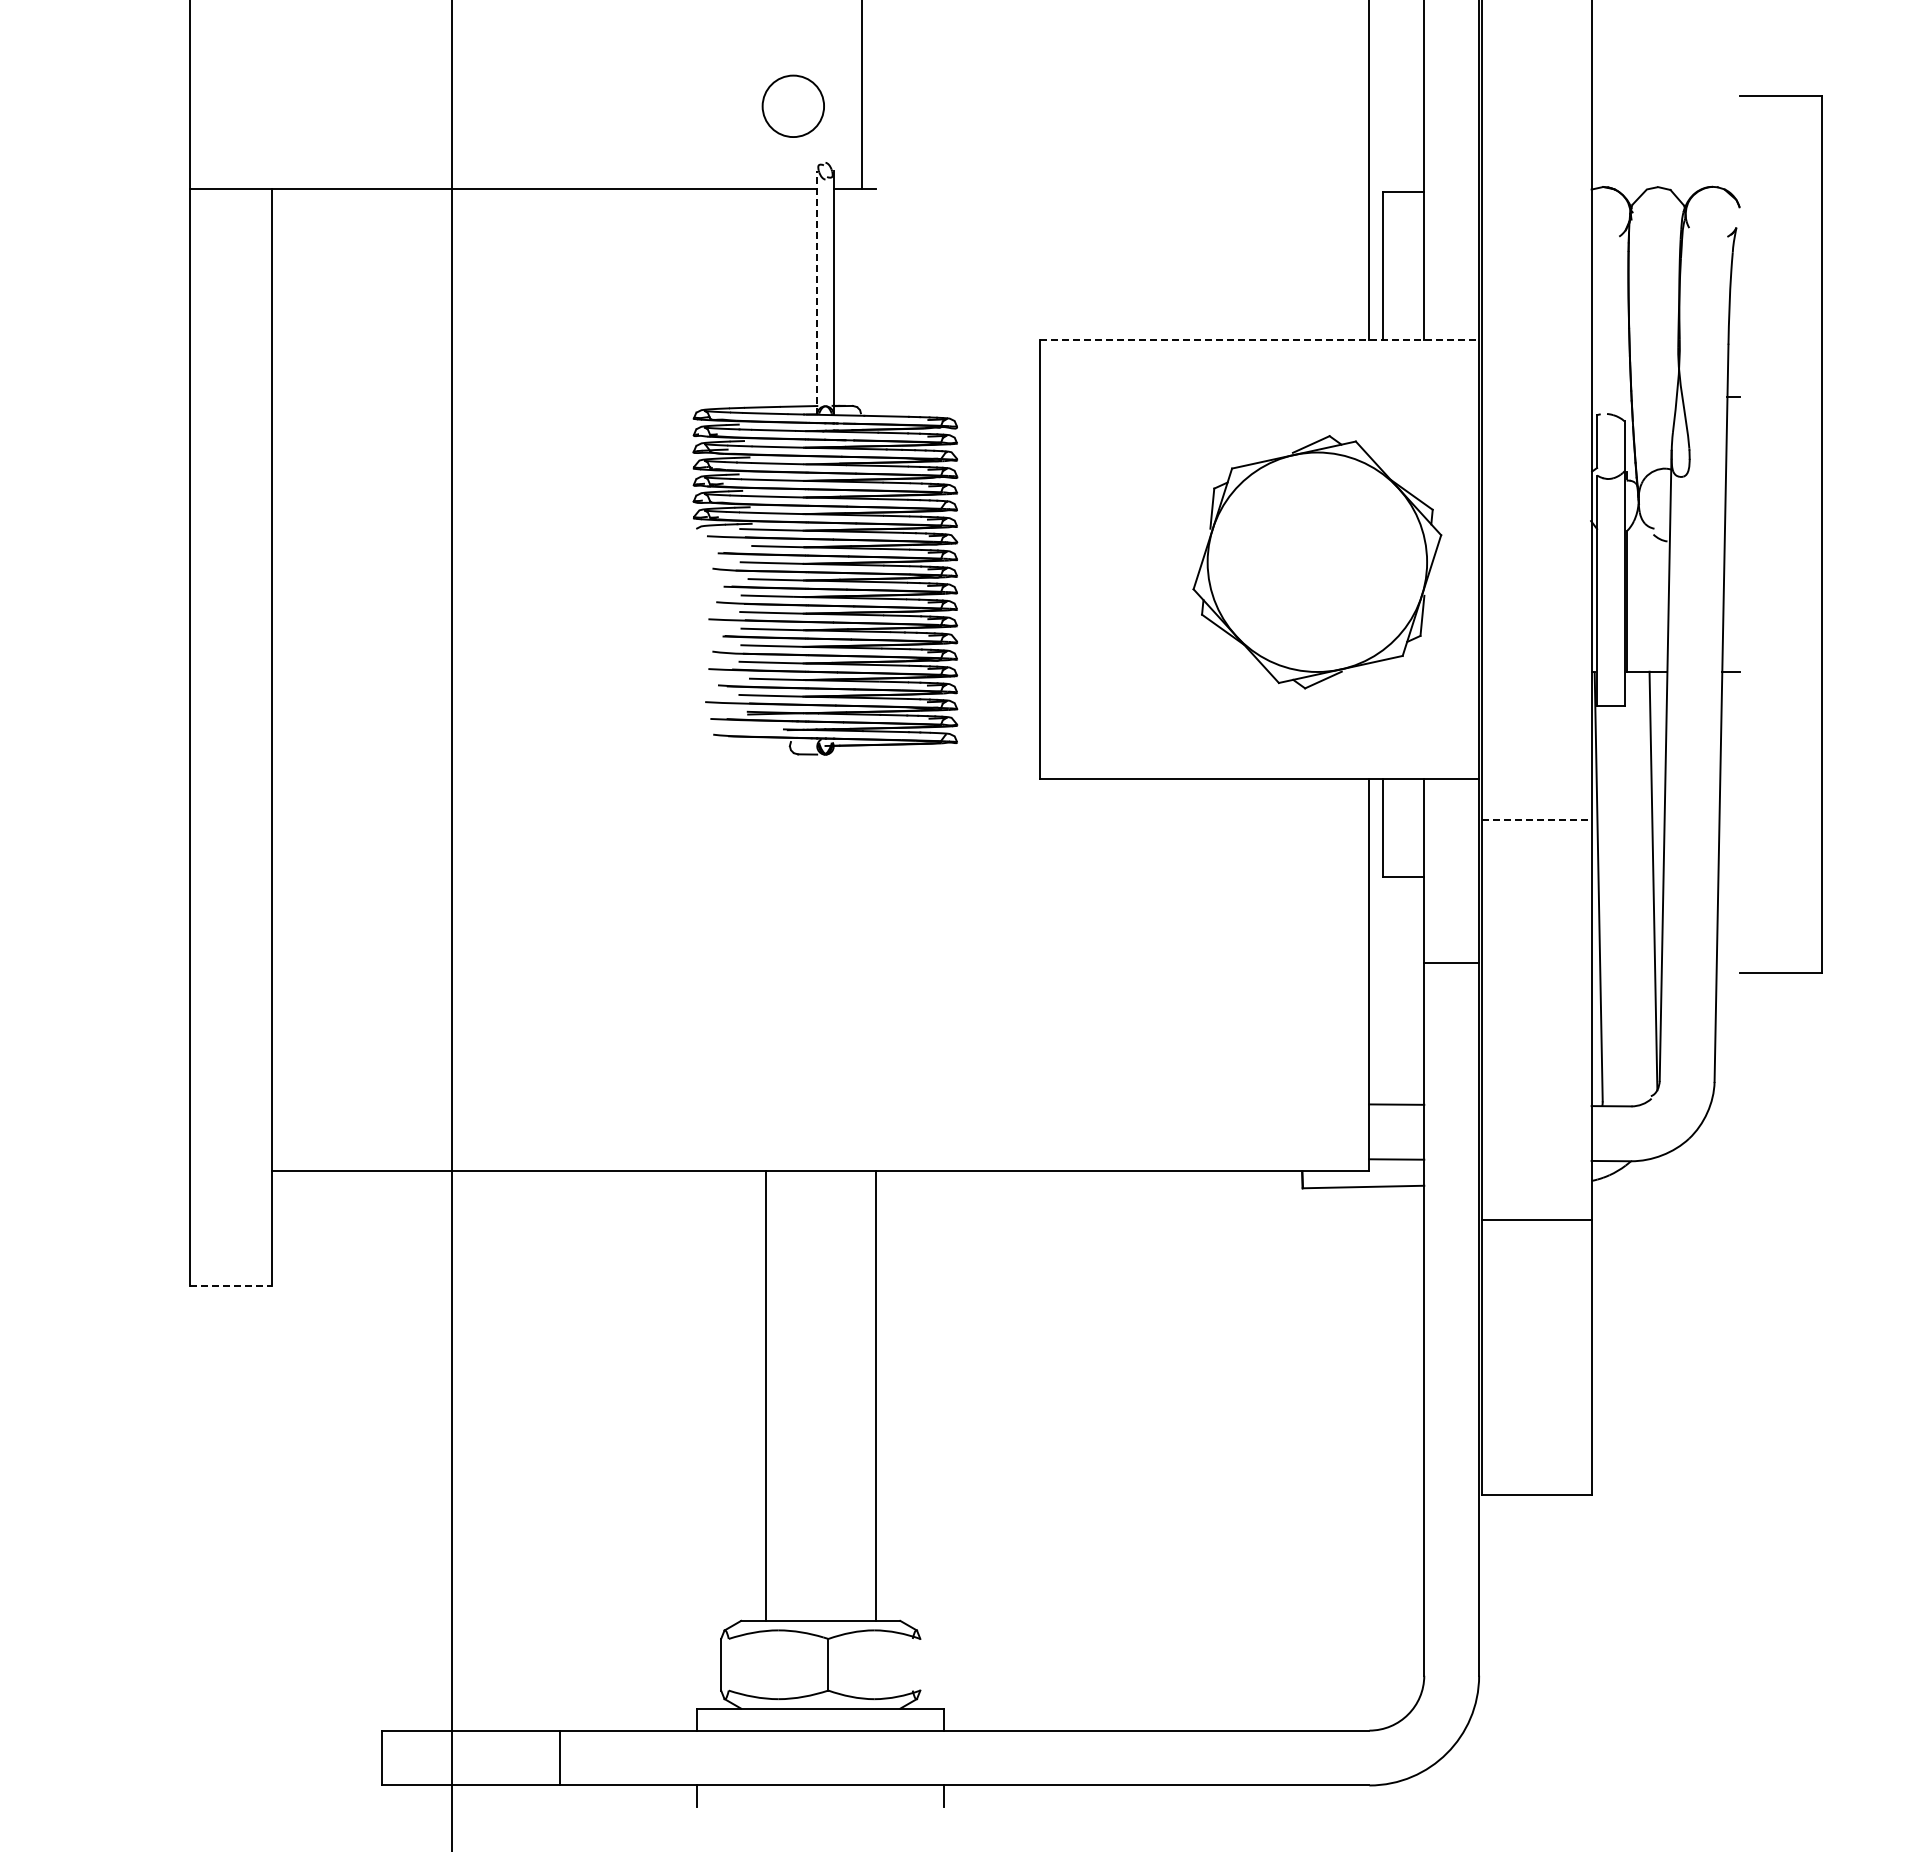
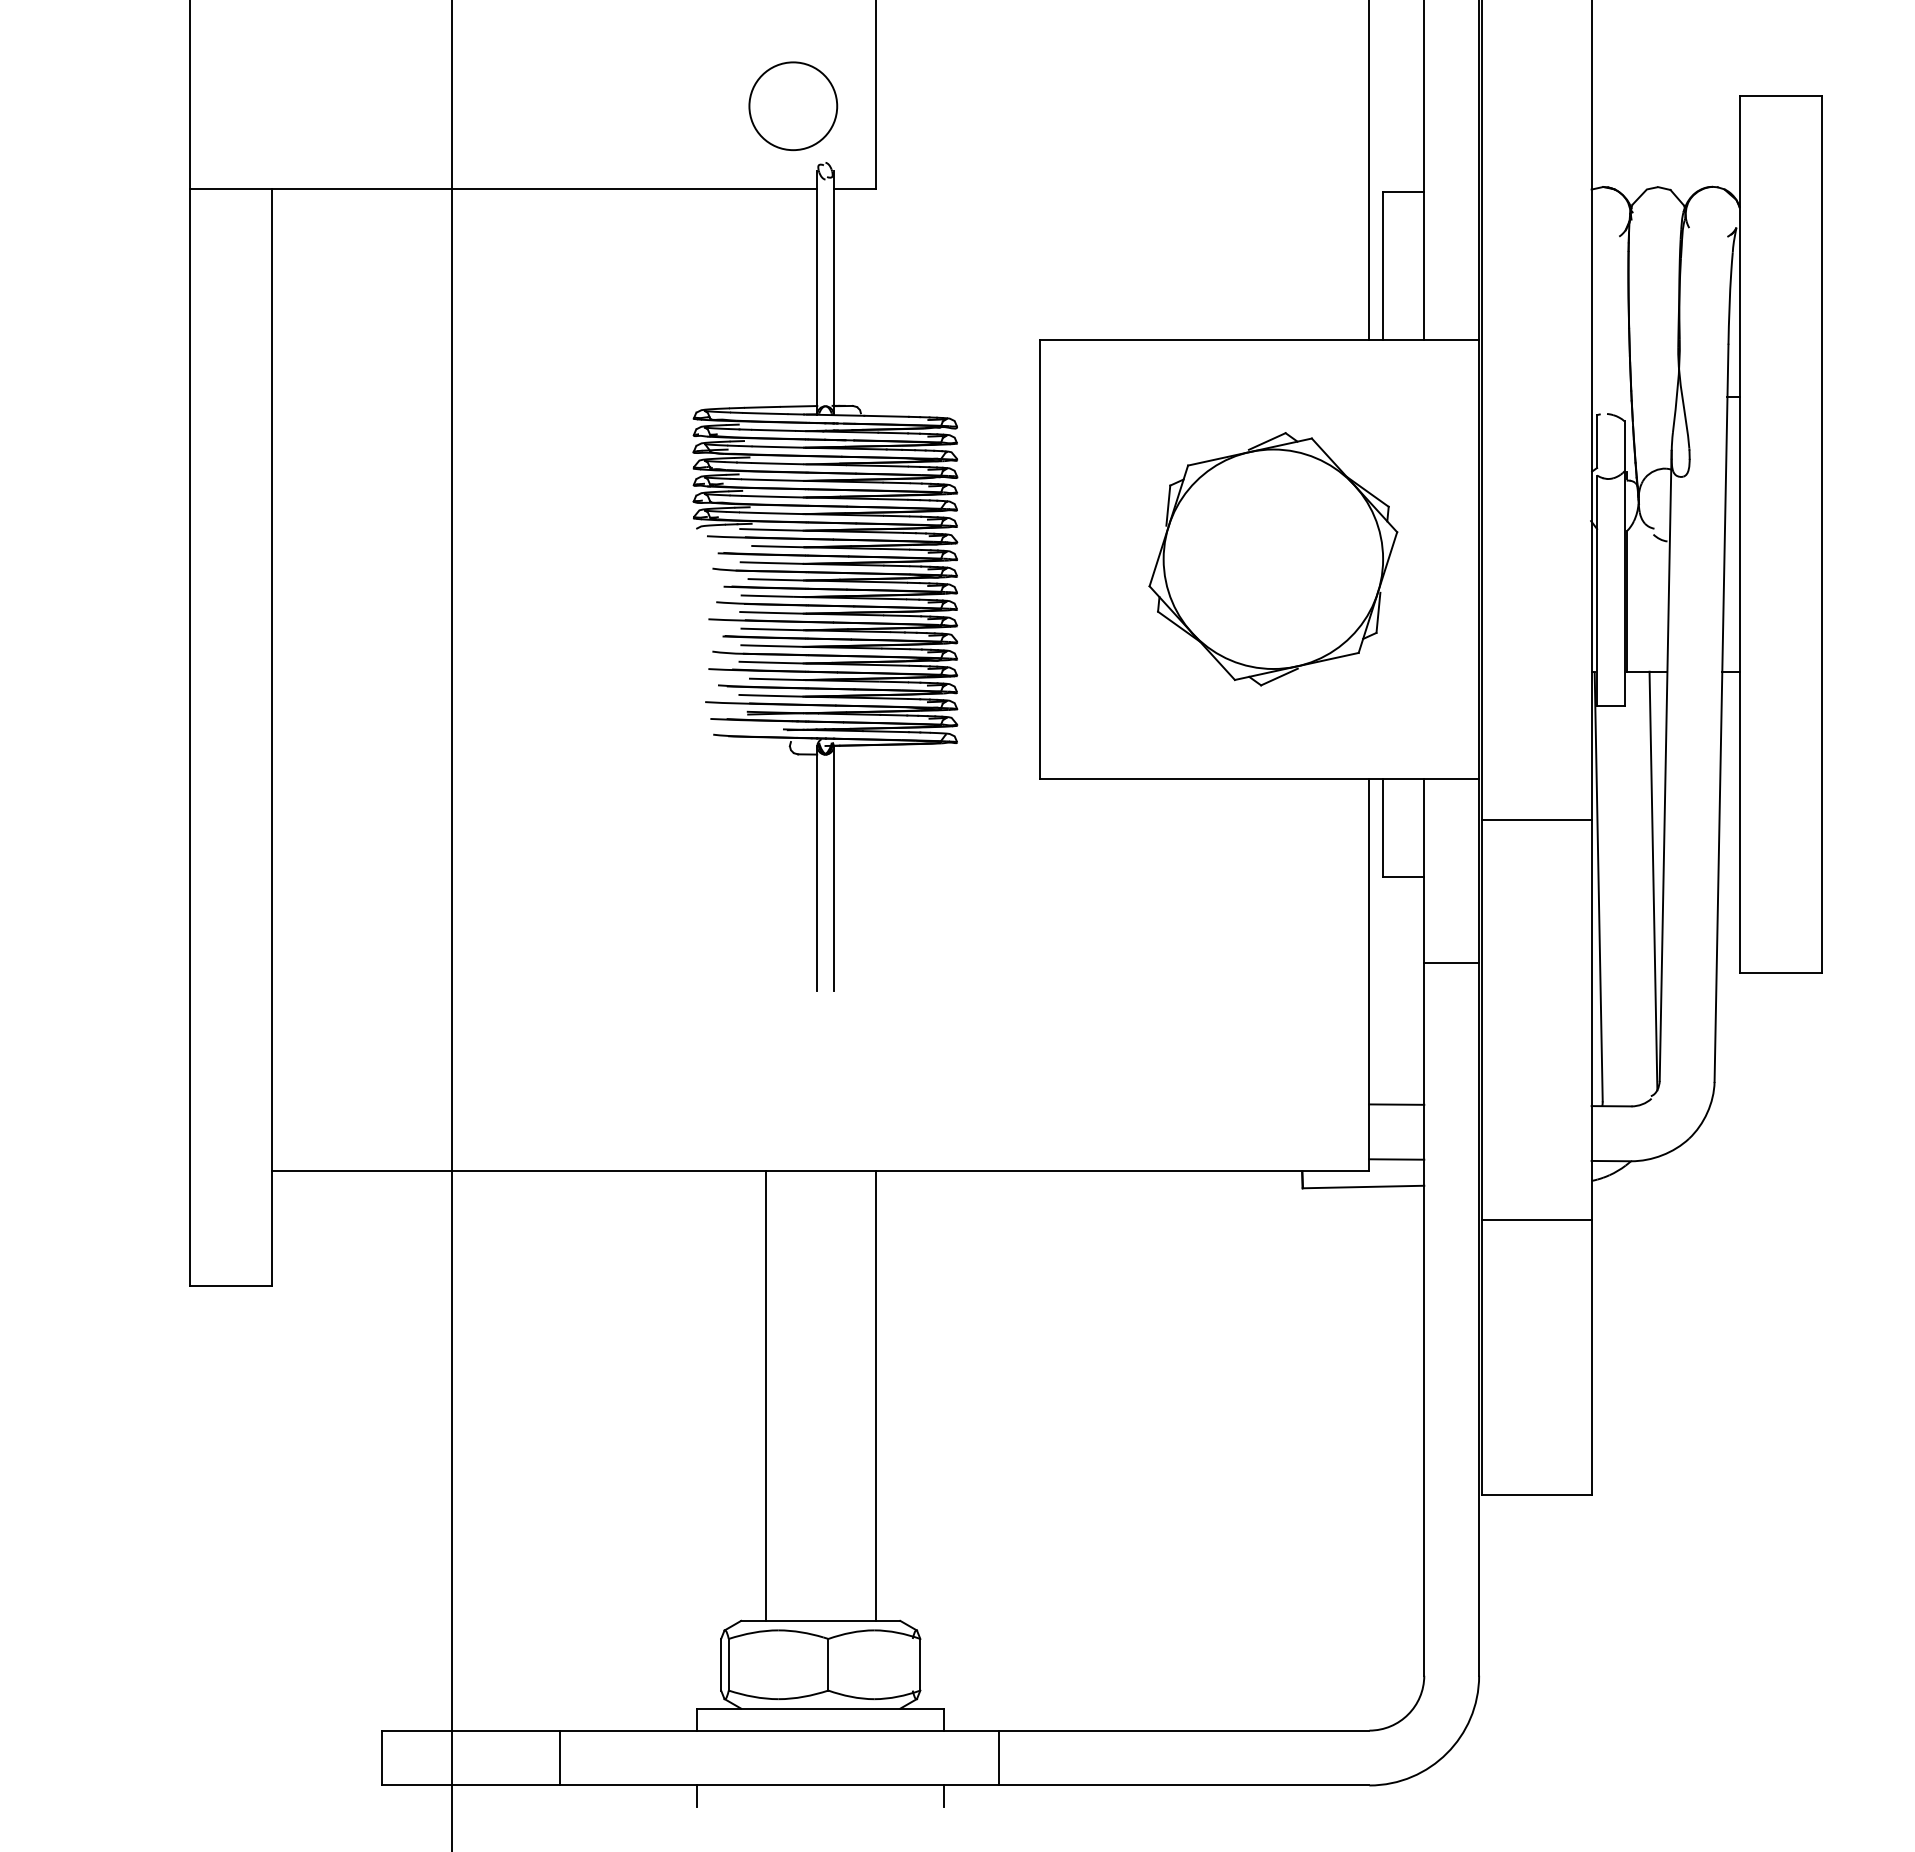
line at (861, 95) position: (861, 95) -> (875, 95)
circle at (792, 105) size: 64x64 px -> 91x91 px
line at (817, 292): dashed -> solid
line at (1260, 339): dashed -> solid
line at (1739, 534): none -> present
part at (1317, 562) position: (1317, 562) -> (1273, 559)
line at (1536, 819): dashed -> solid
line at (817, 868): none -> present
line at (833, 868): none -> present
line at (231, 1285): dashed -> solid
line at (728, 1664): none -> present
line at (920, 1664): none -> present
line at (999, 1757): none -> present
